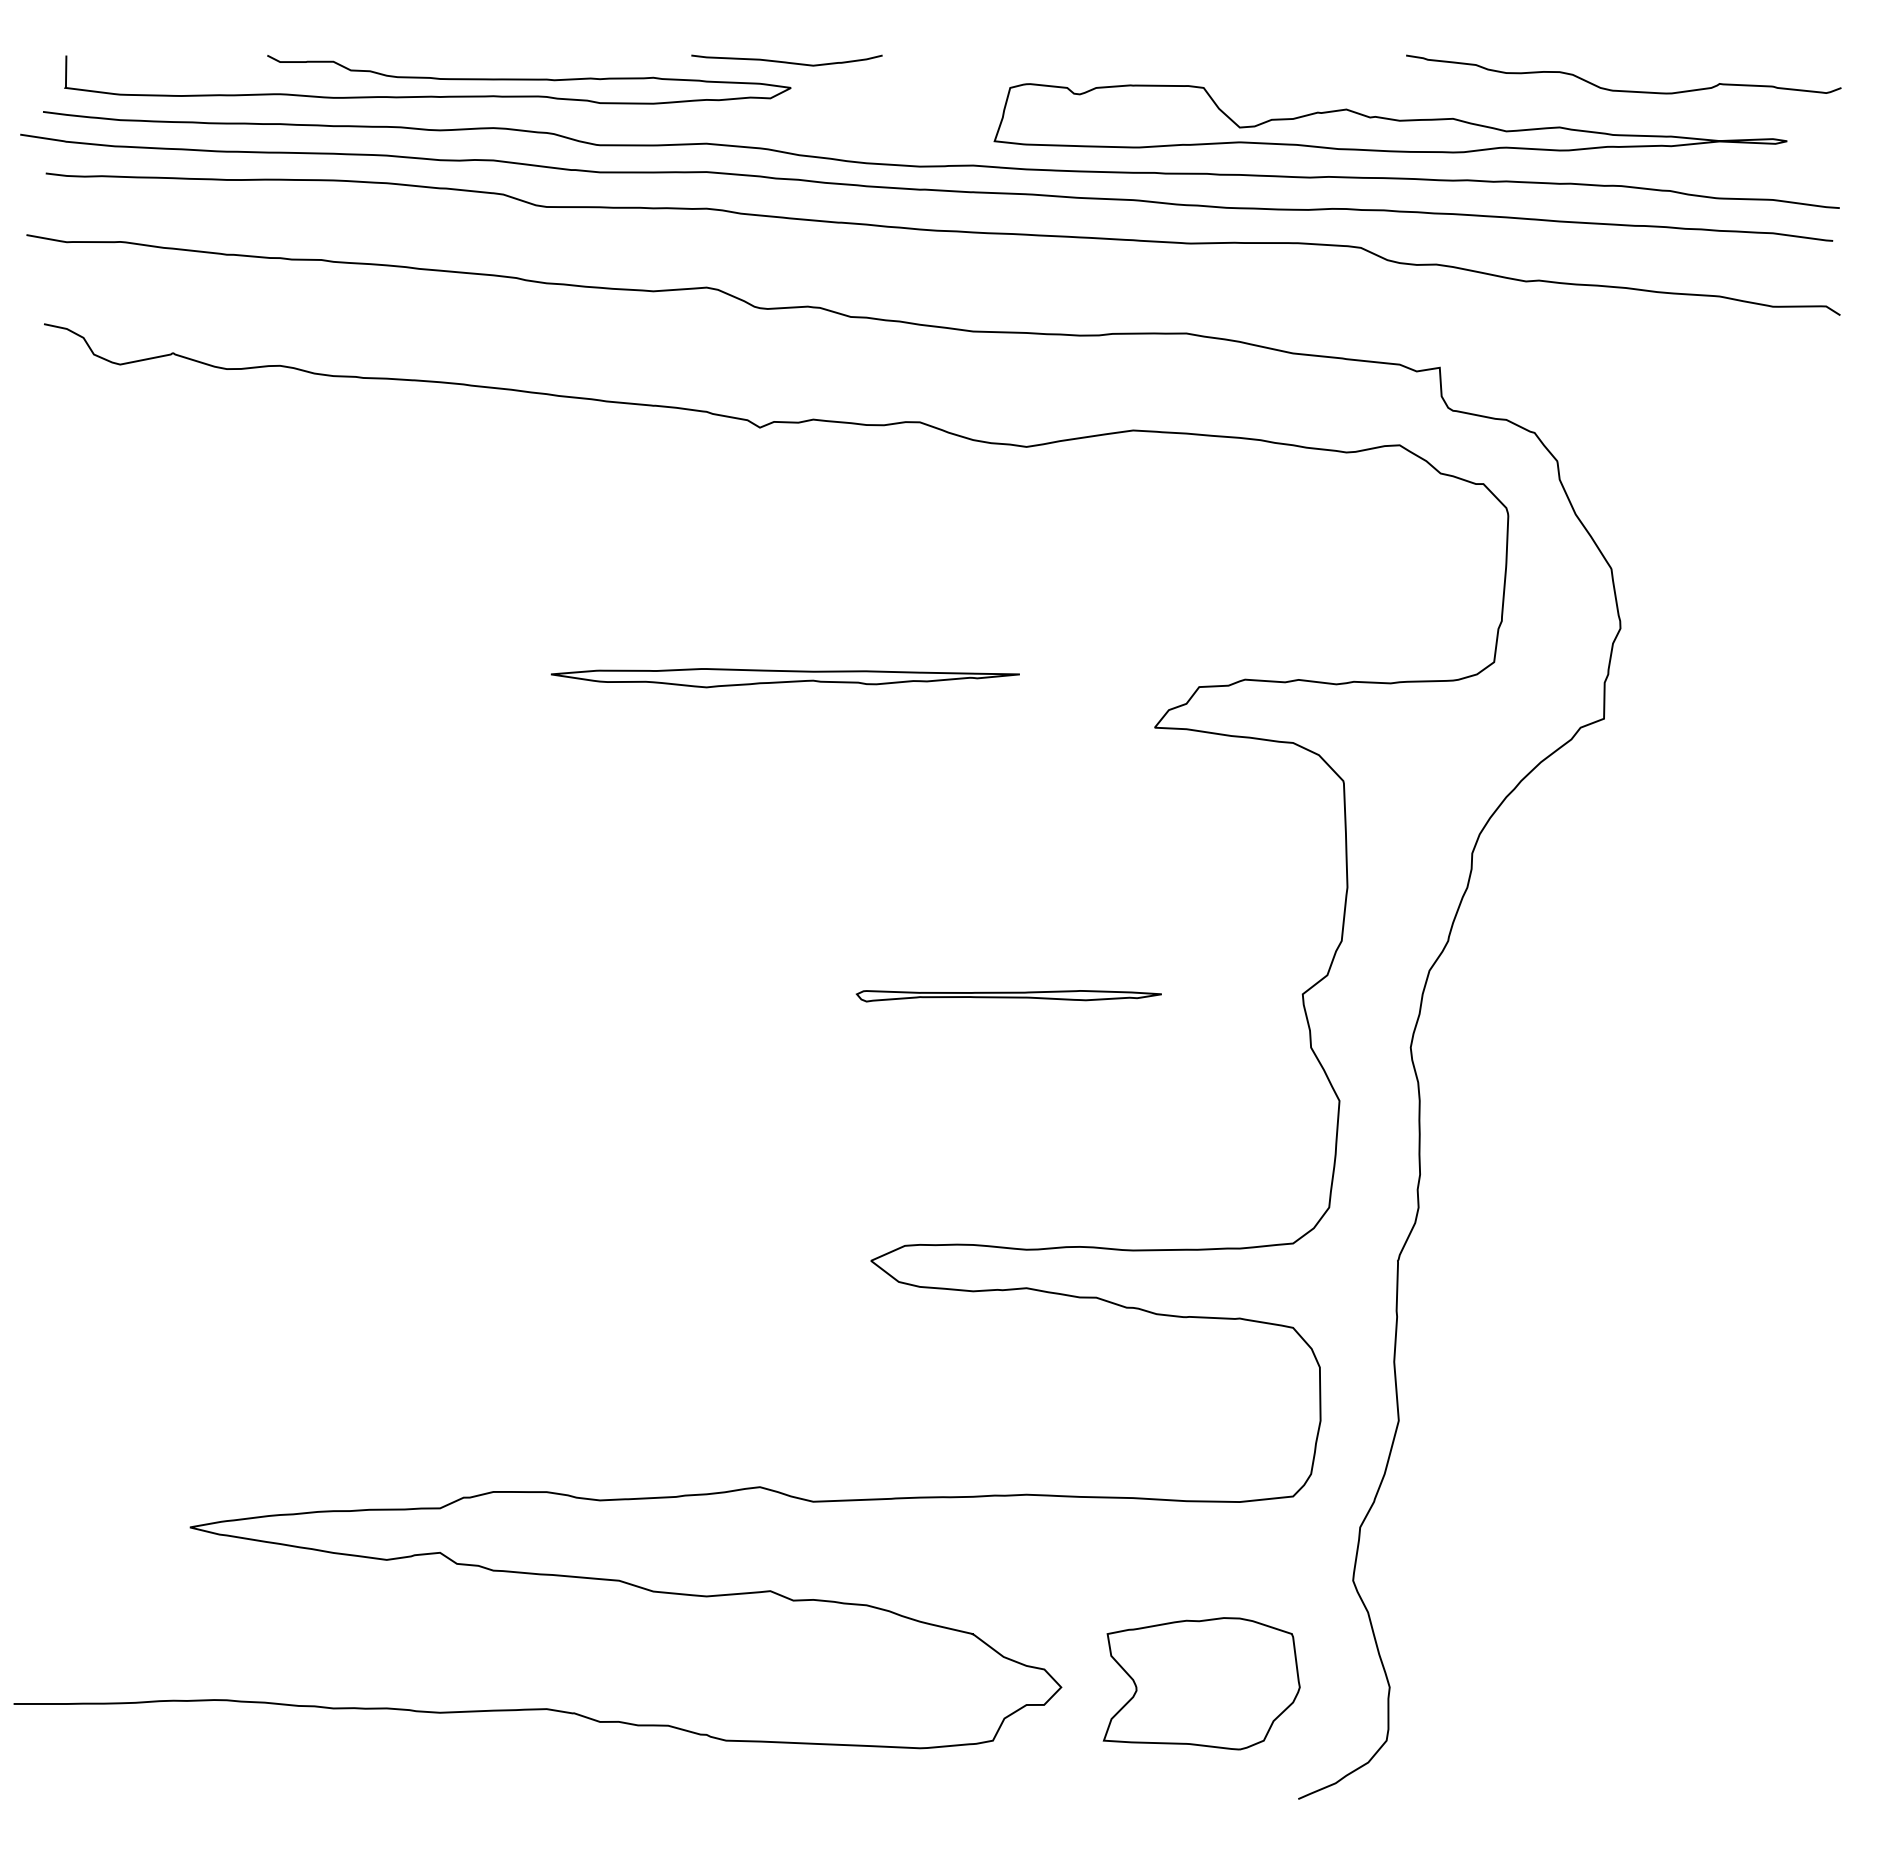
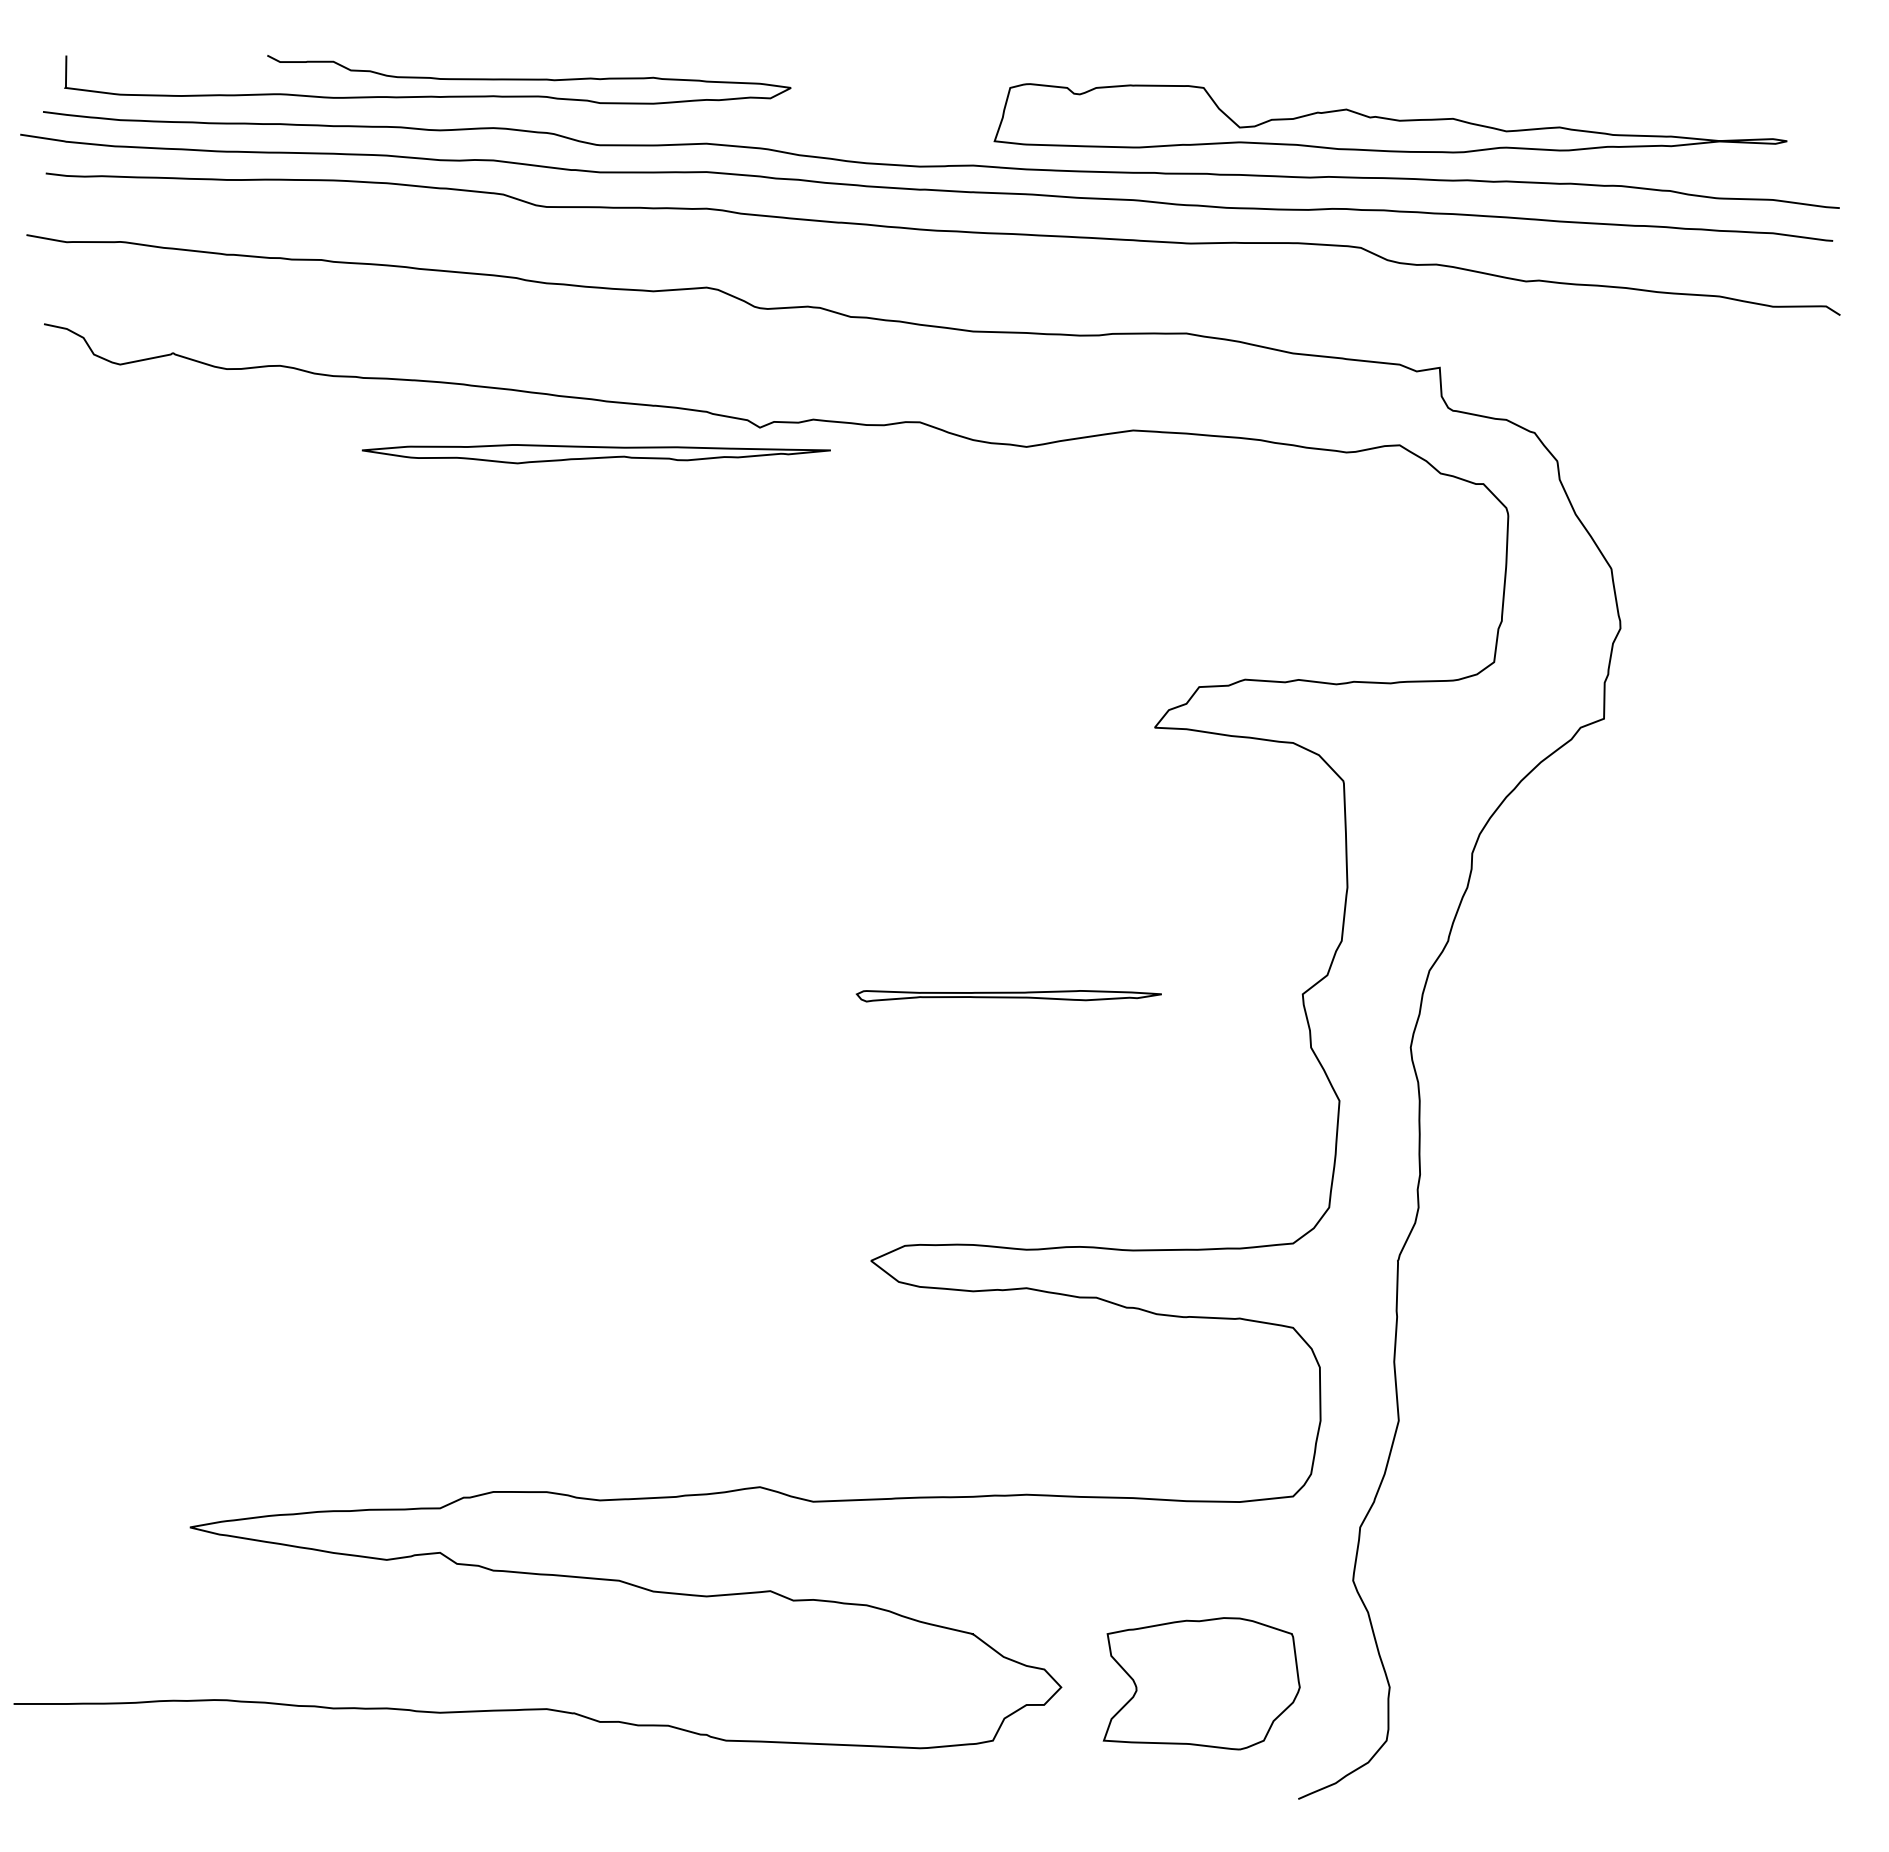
curve at (786, 61): present -> none
curve at (1623, 90): present -> none
part at (784, 678) position: (784, 678) -> (595, 454)
